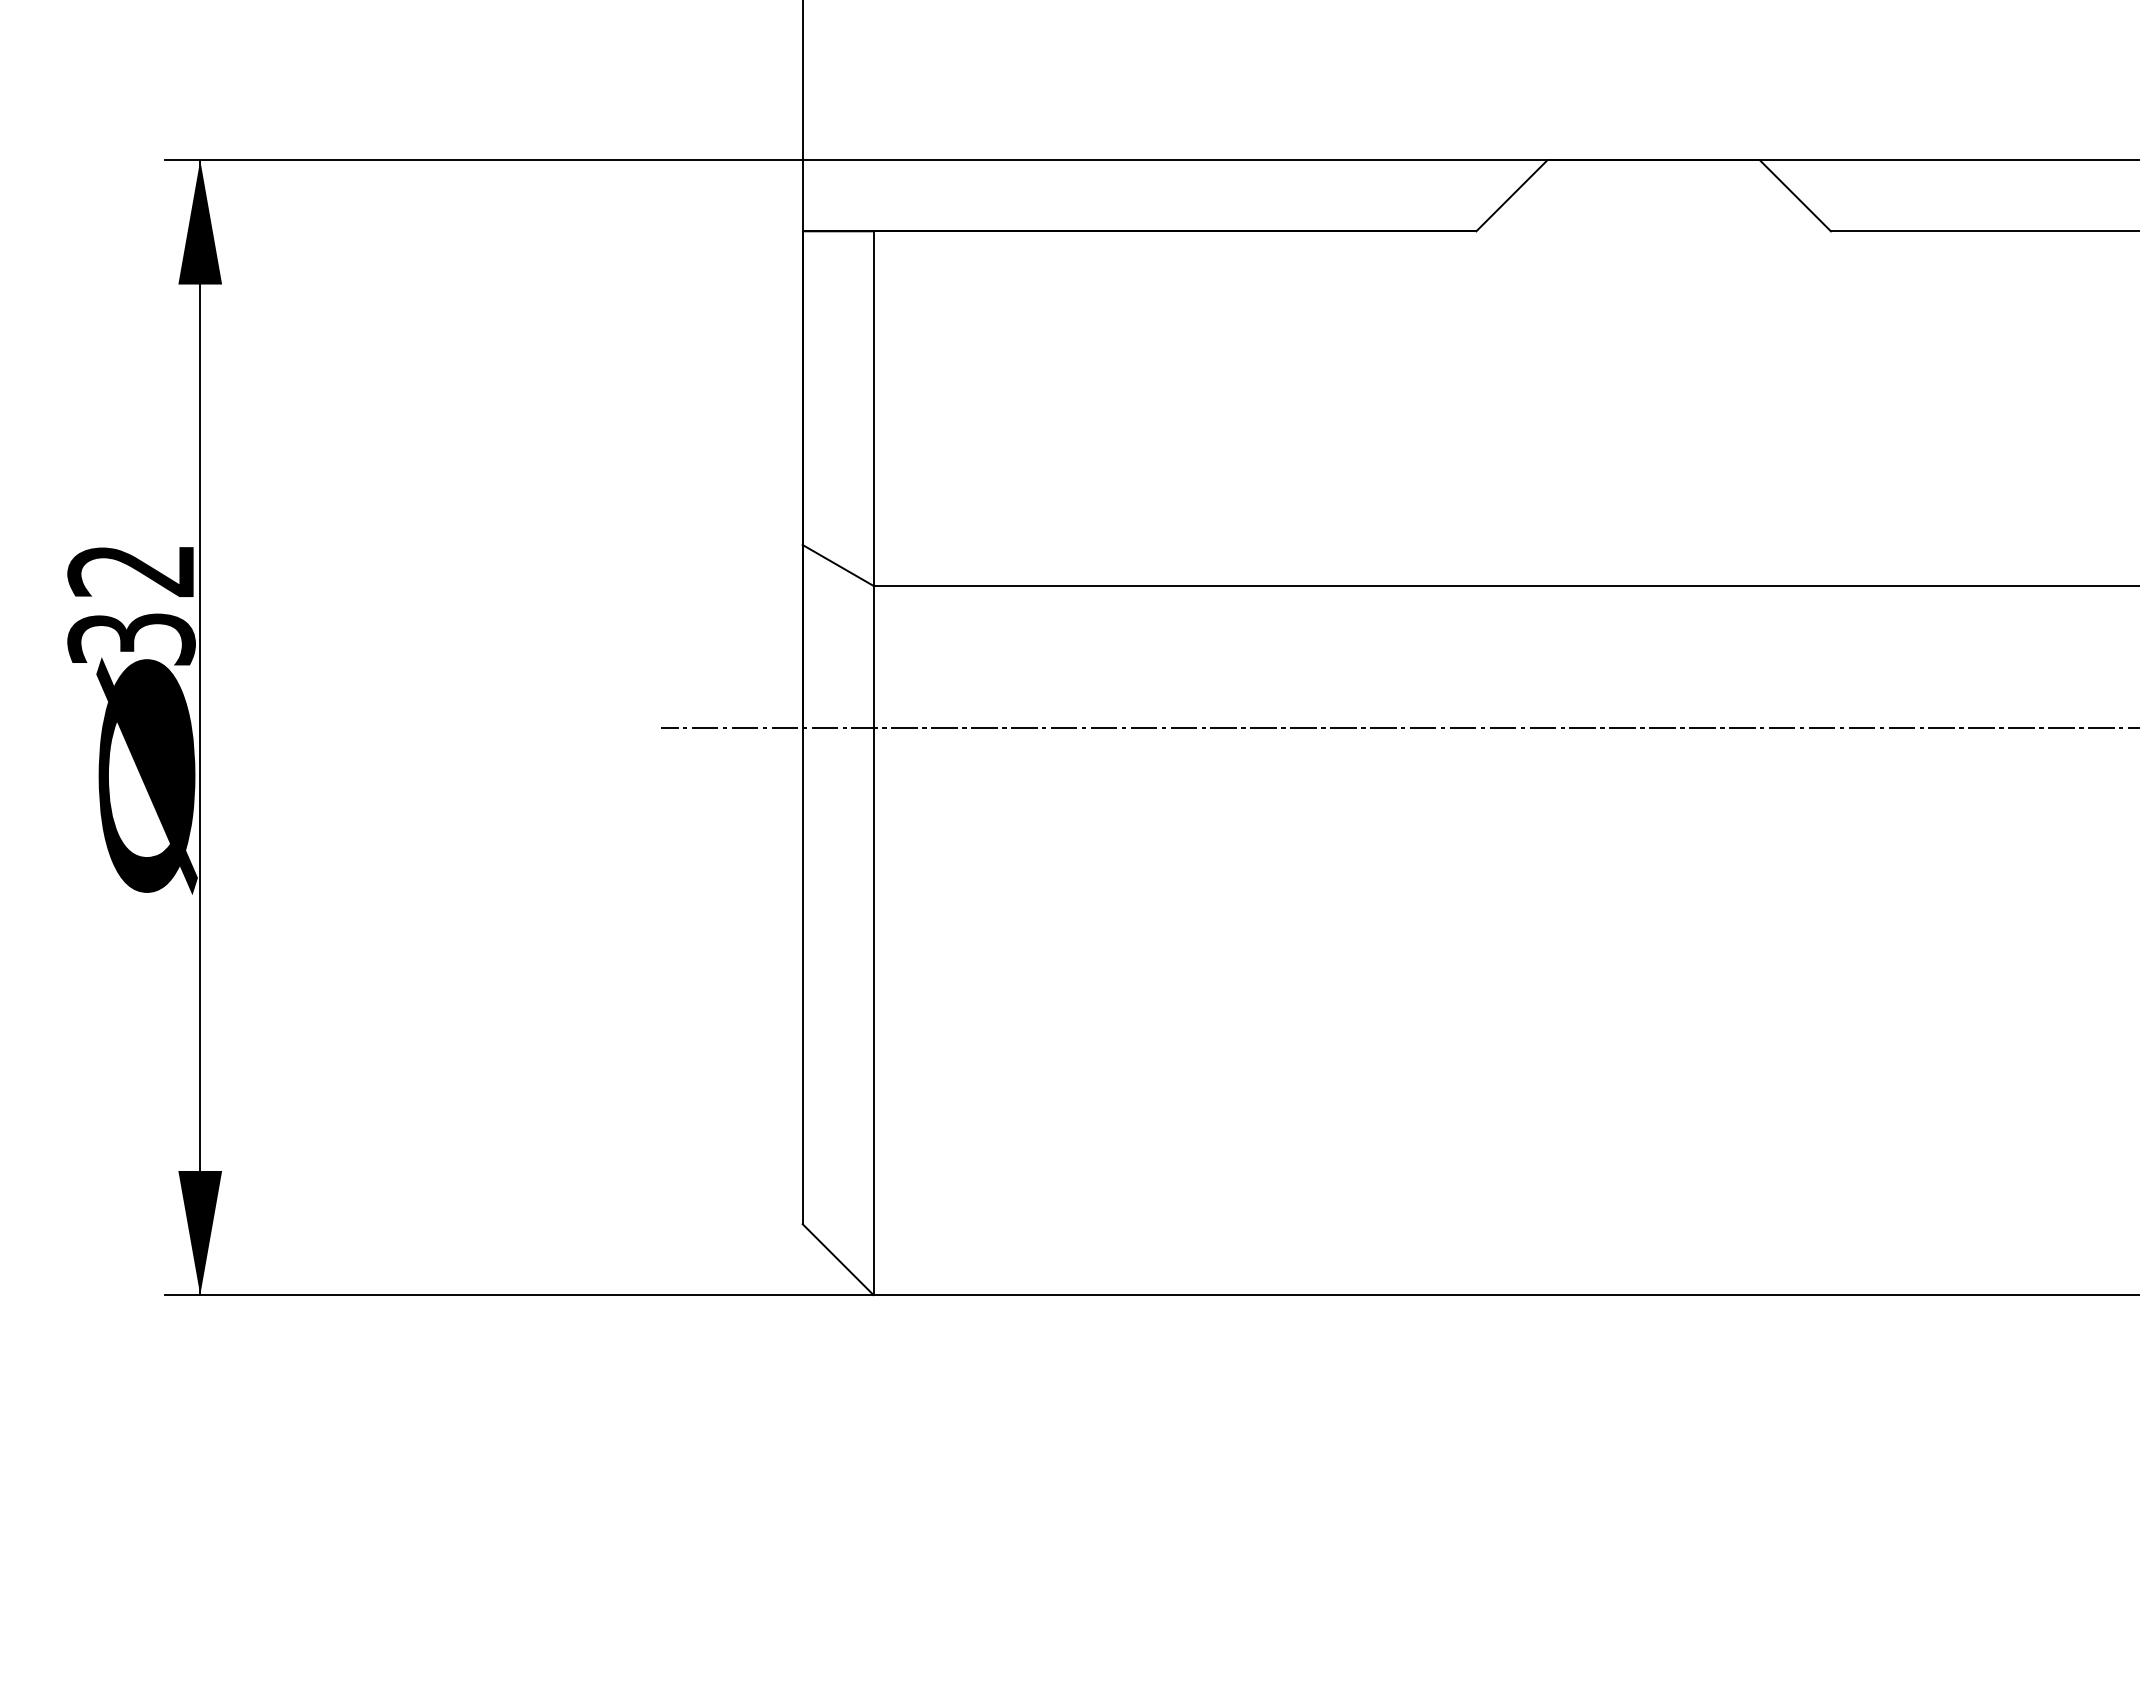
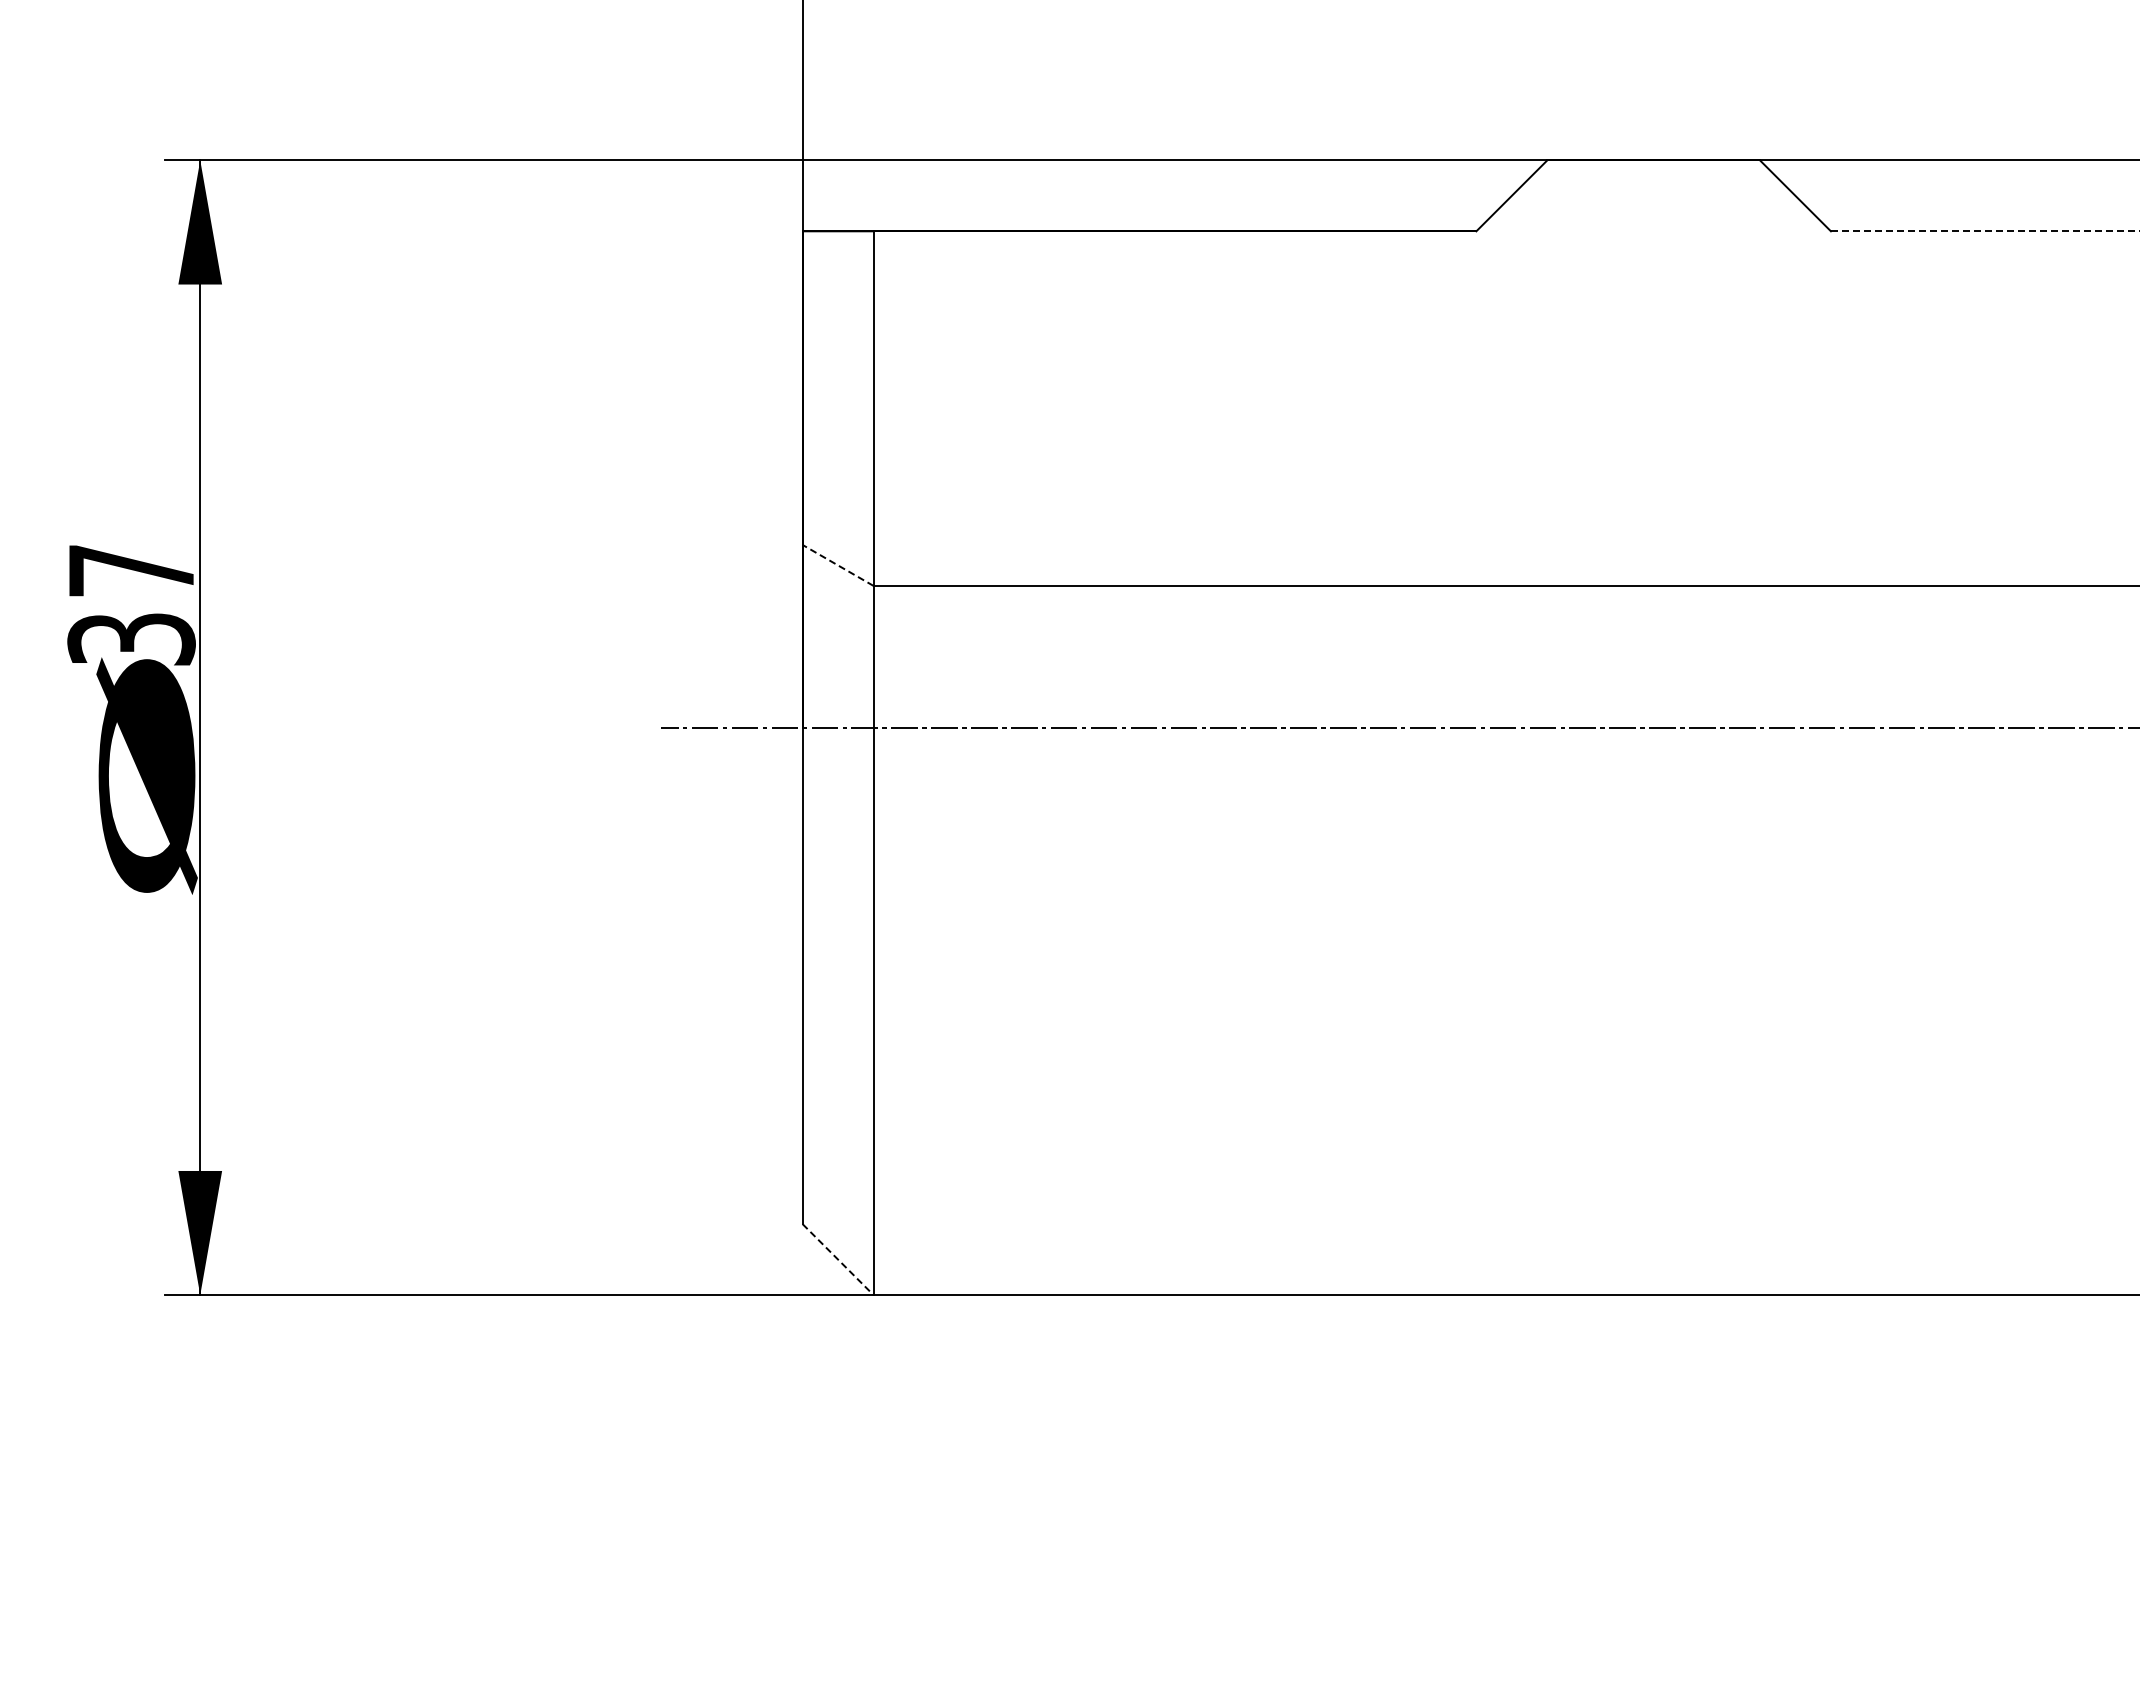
line at (1985, 231): solid -> dashed
line at (838, 565): solid -> dashed
text at (130, 571): 32 -> 37
line at (838, 1259): solid -> dashed
